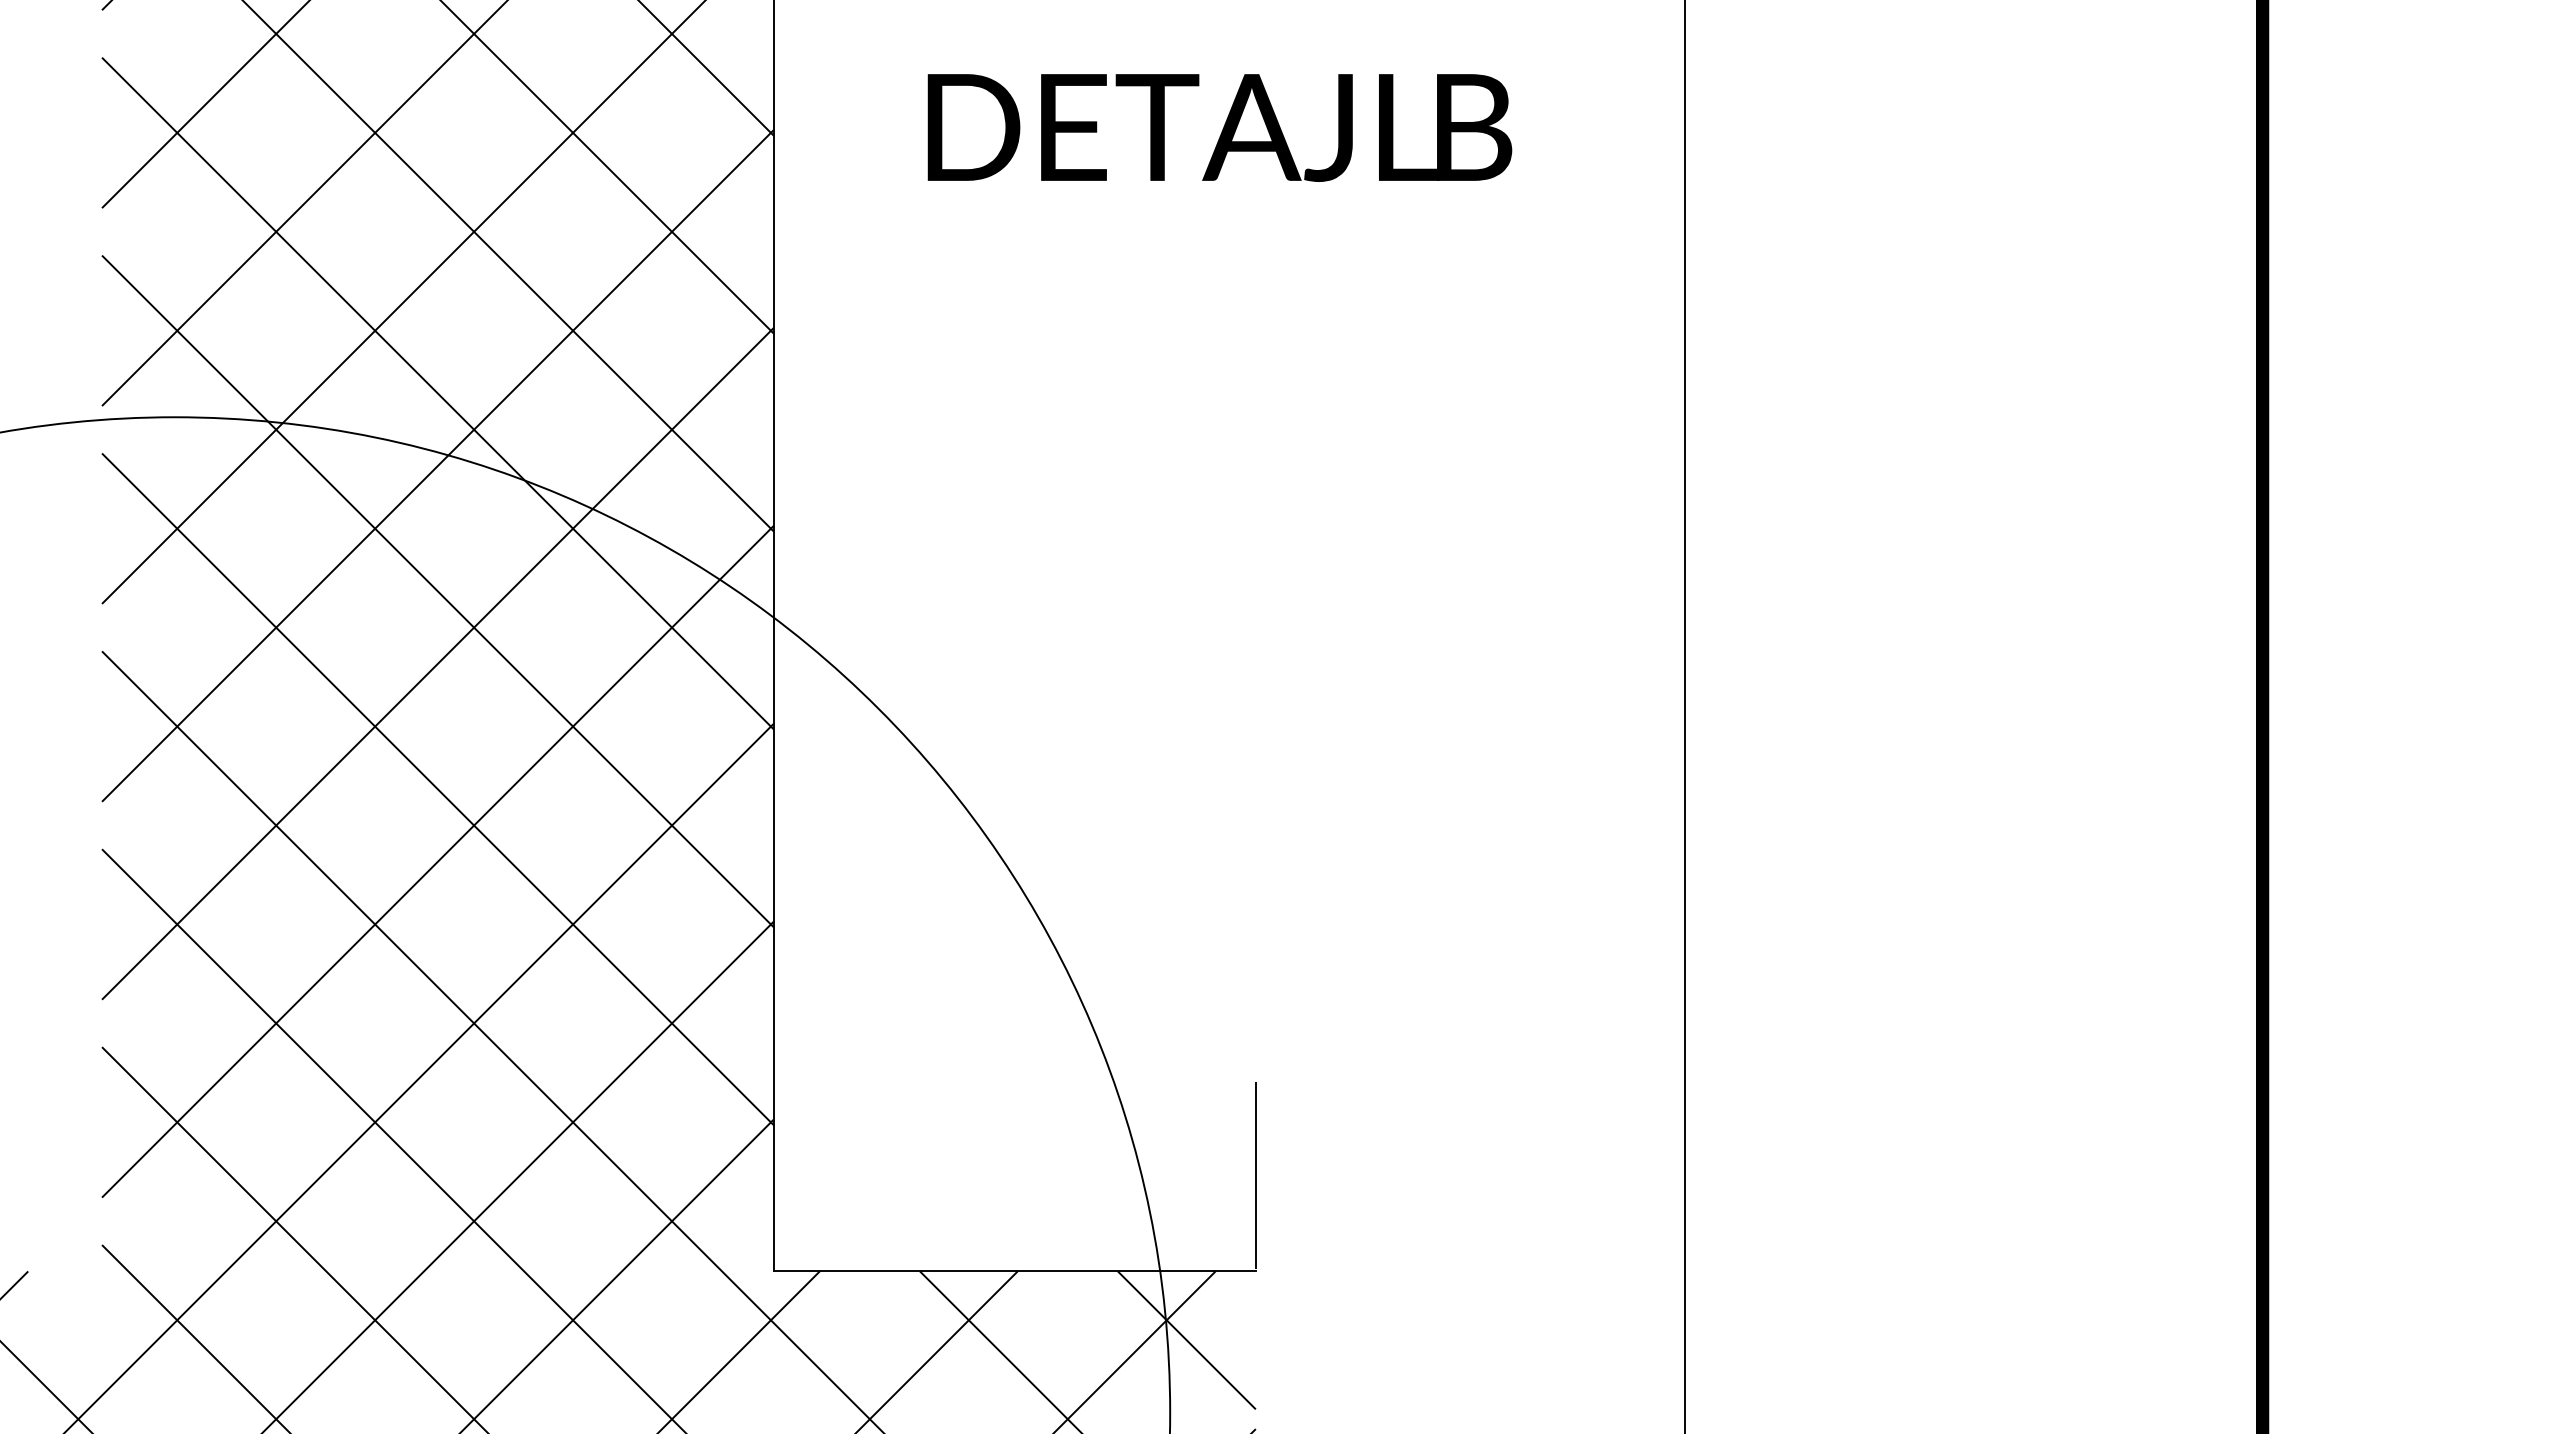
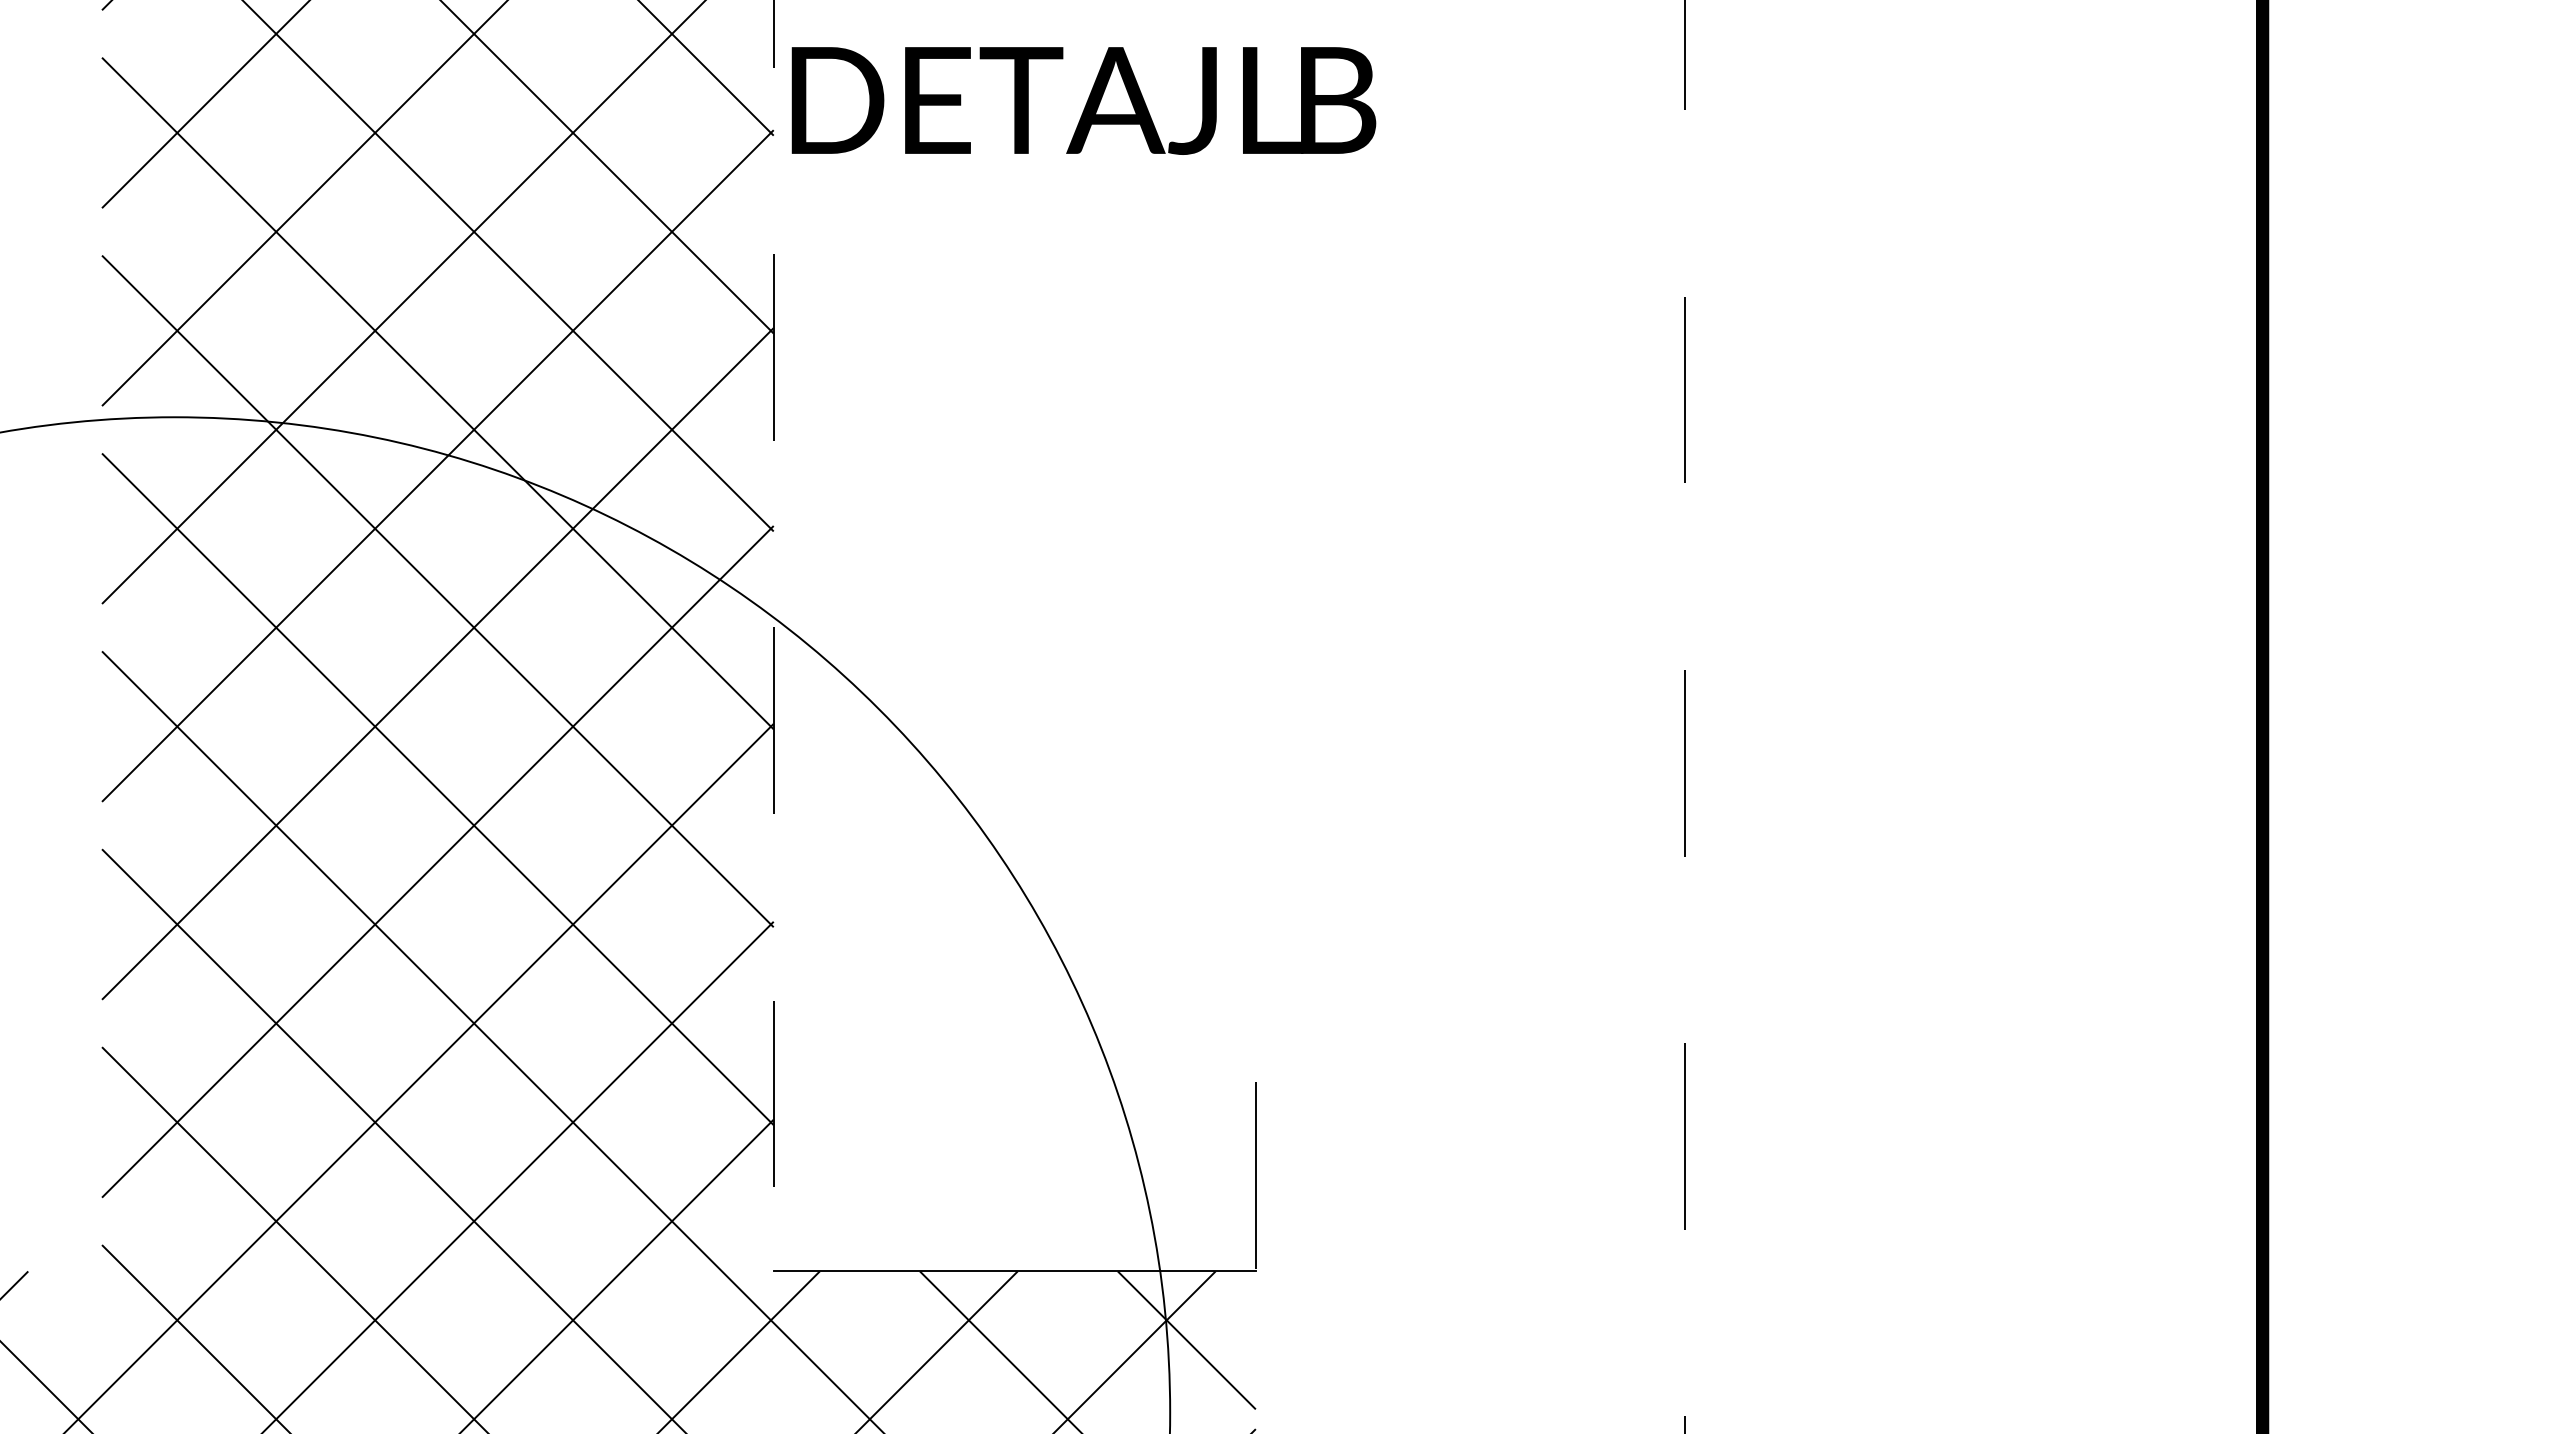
text at (1219, 127) position: (1219, 127) -> (1083, 100)
line at (773, 636): solid -> dashed
line at (1684, 716): solid -> dashed
